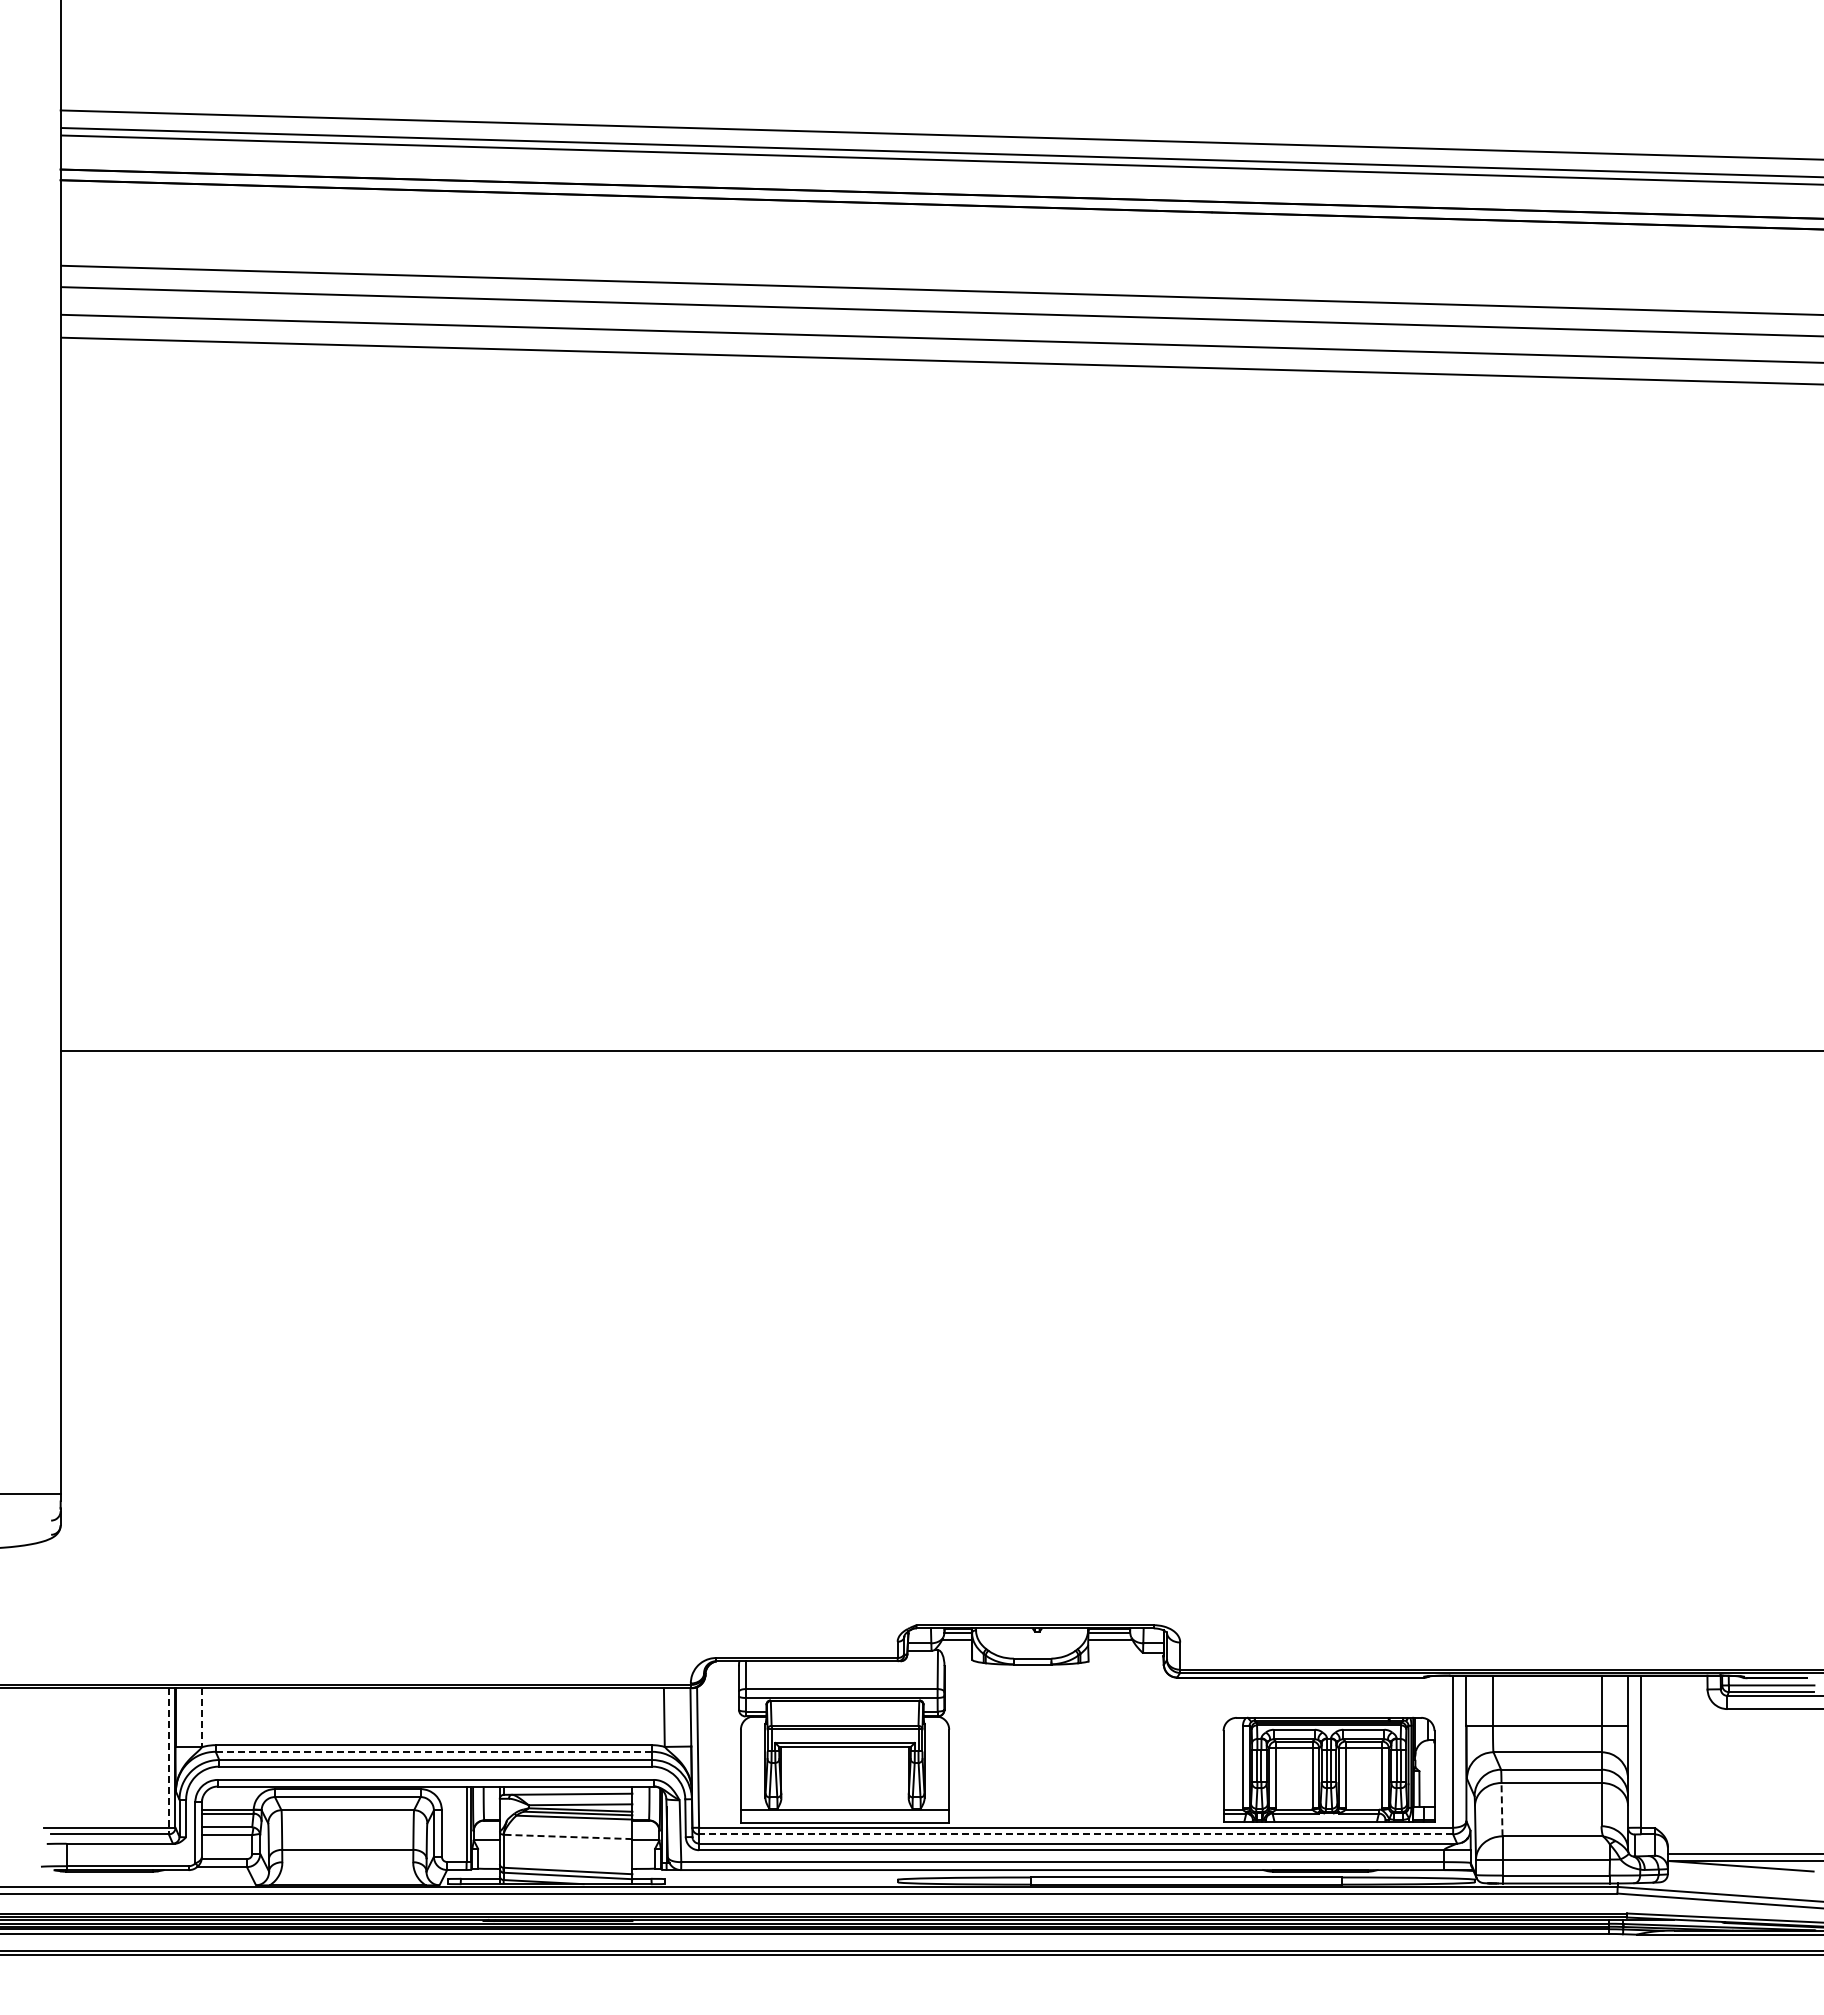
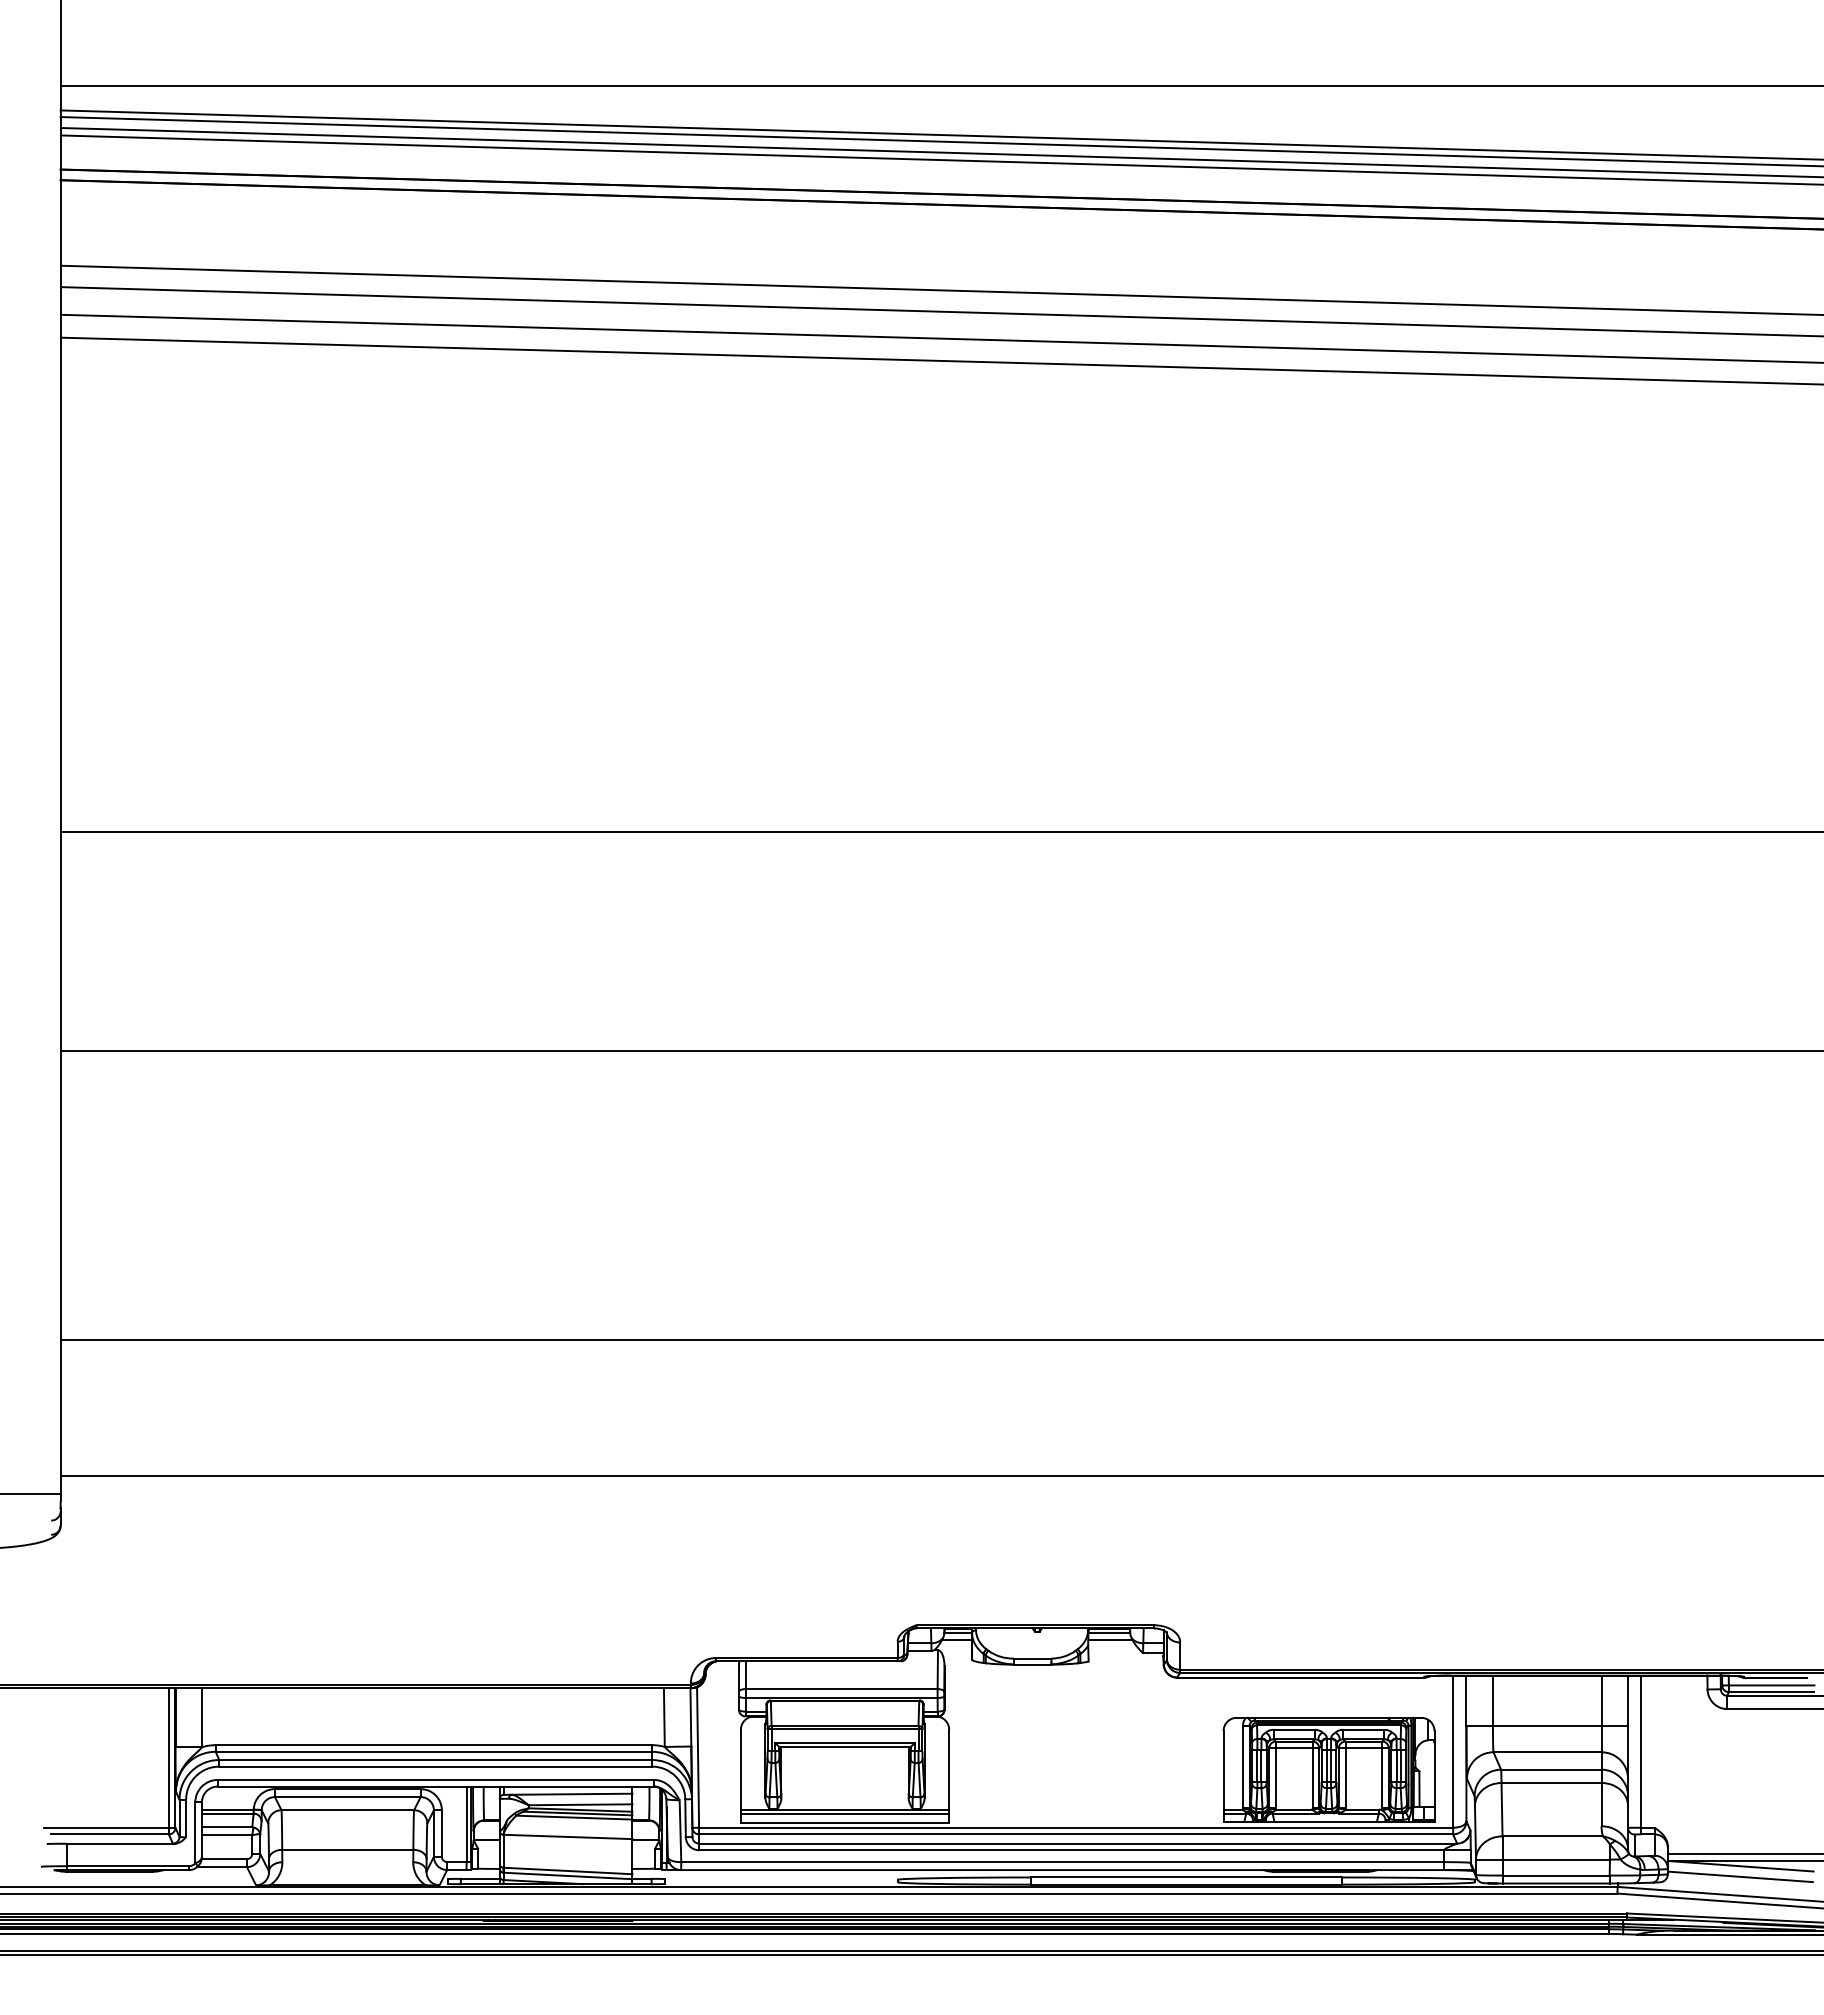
line at (940, 85): none -> present
line at (940, 141): none -> present
line at (940, 832): none -> present
line at (940, 1339): none -> present
line at (940, 1476): none -> present
line at (202, 1717): dashed -> solid
line at (434, 1751): dashed -> solid
line at (168, 1761): dashed -> solid
line at (1502, 1809): dashed -> solid
line at (844, 1813): none -> present
line at (1076, 1834): dashed -> solid
line at (567, 1836): dashed -> solid
line at (1740, 1876): none -> present
